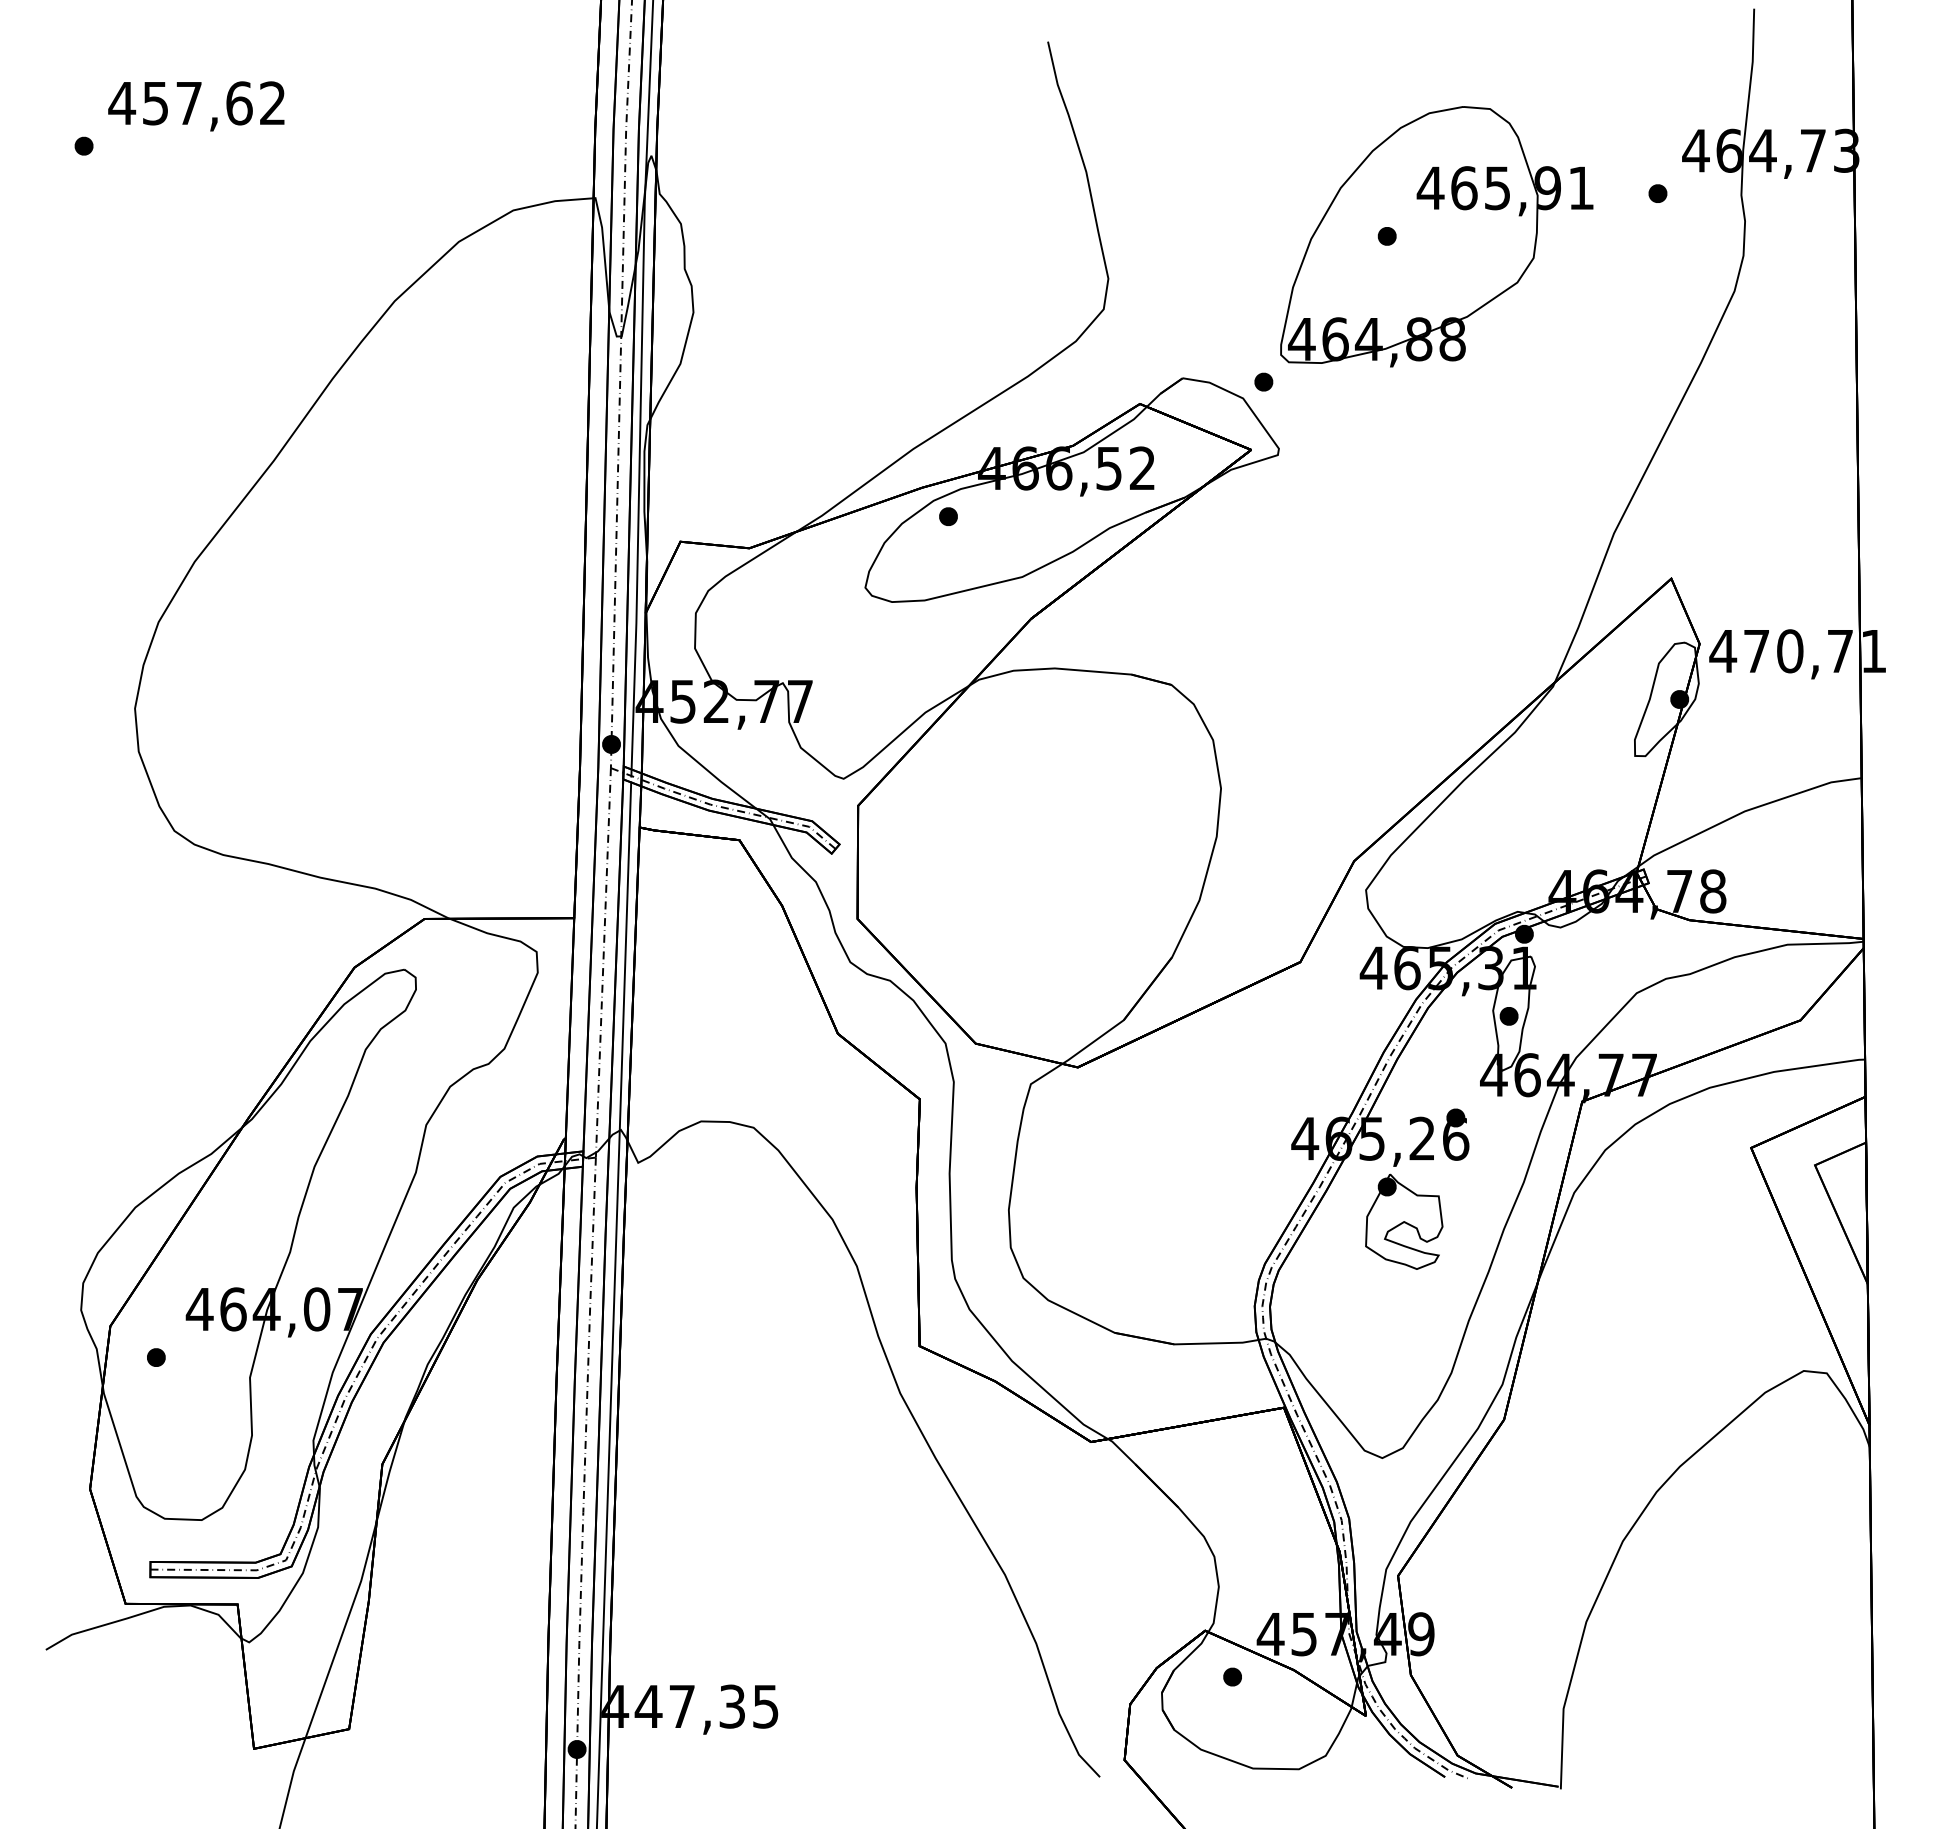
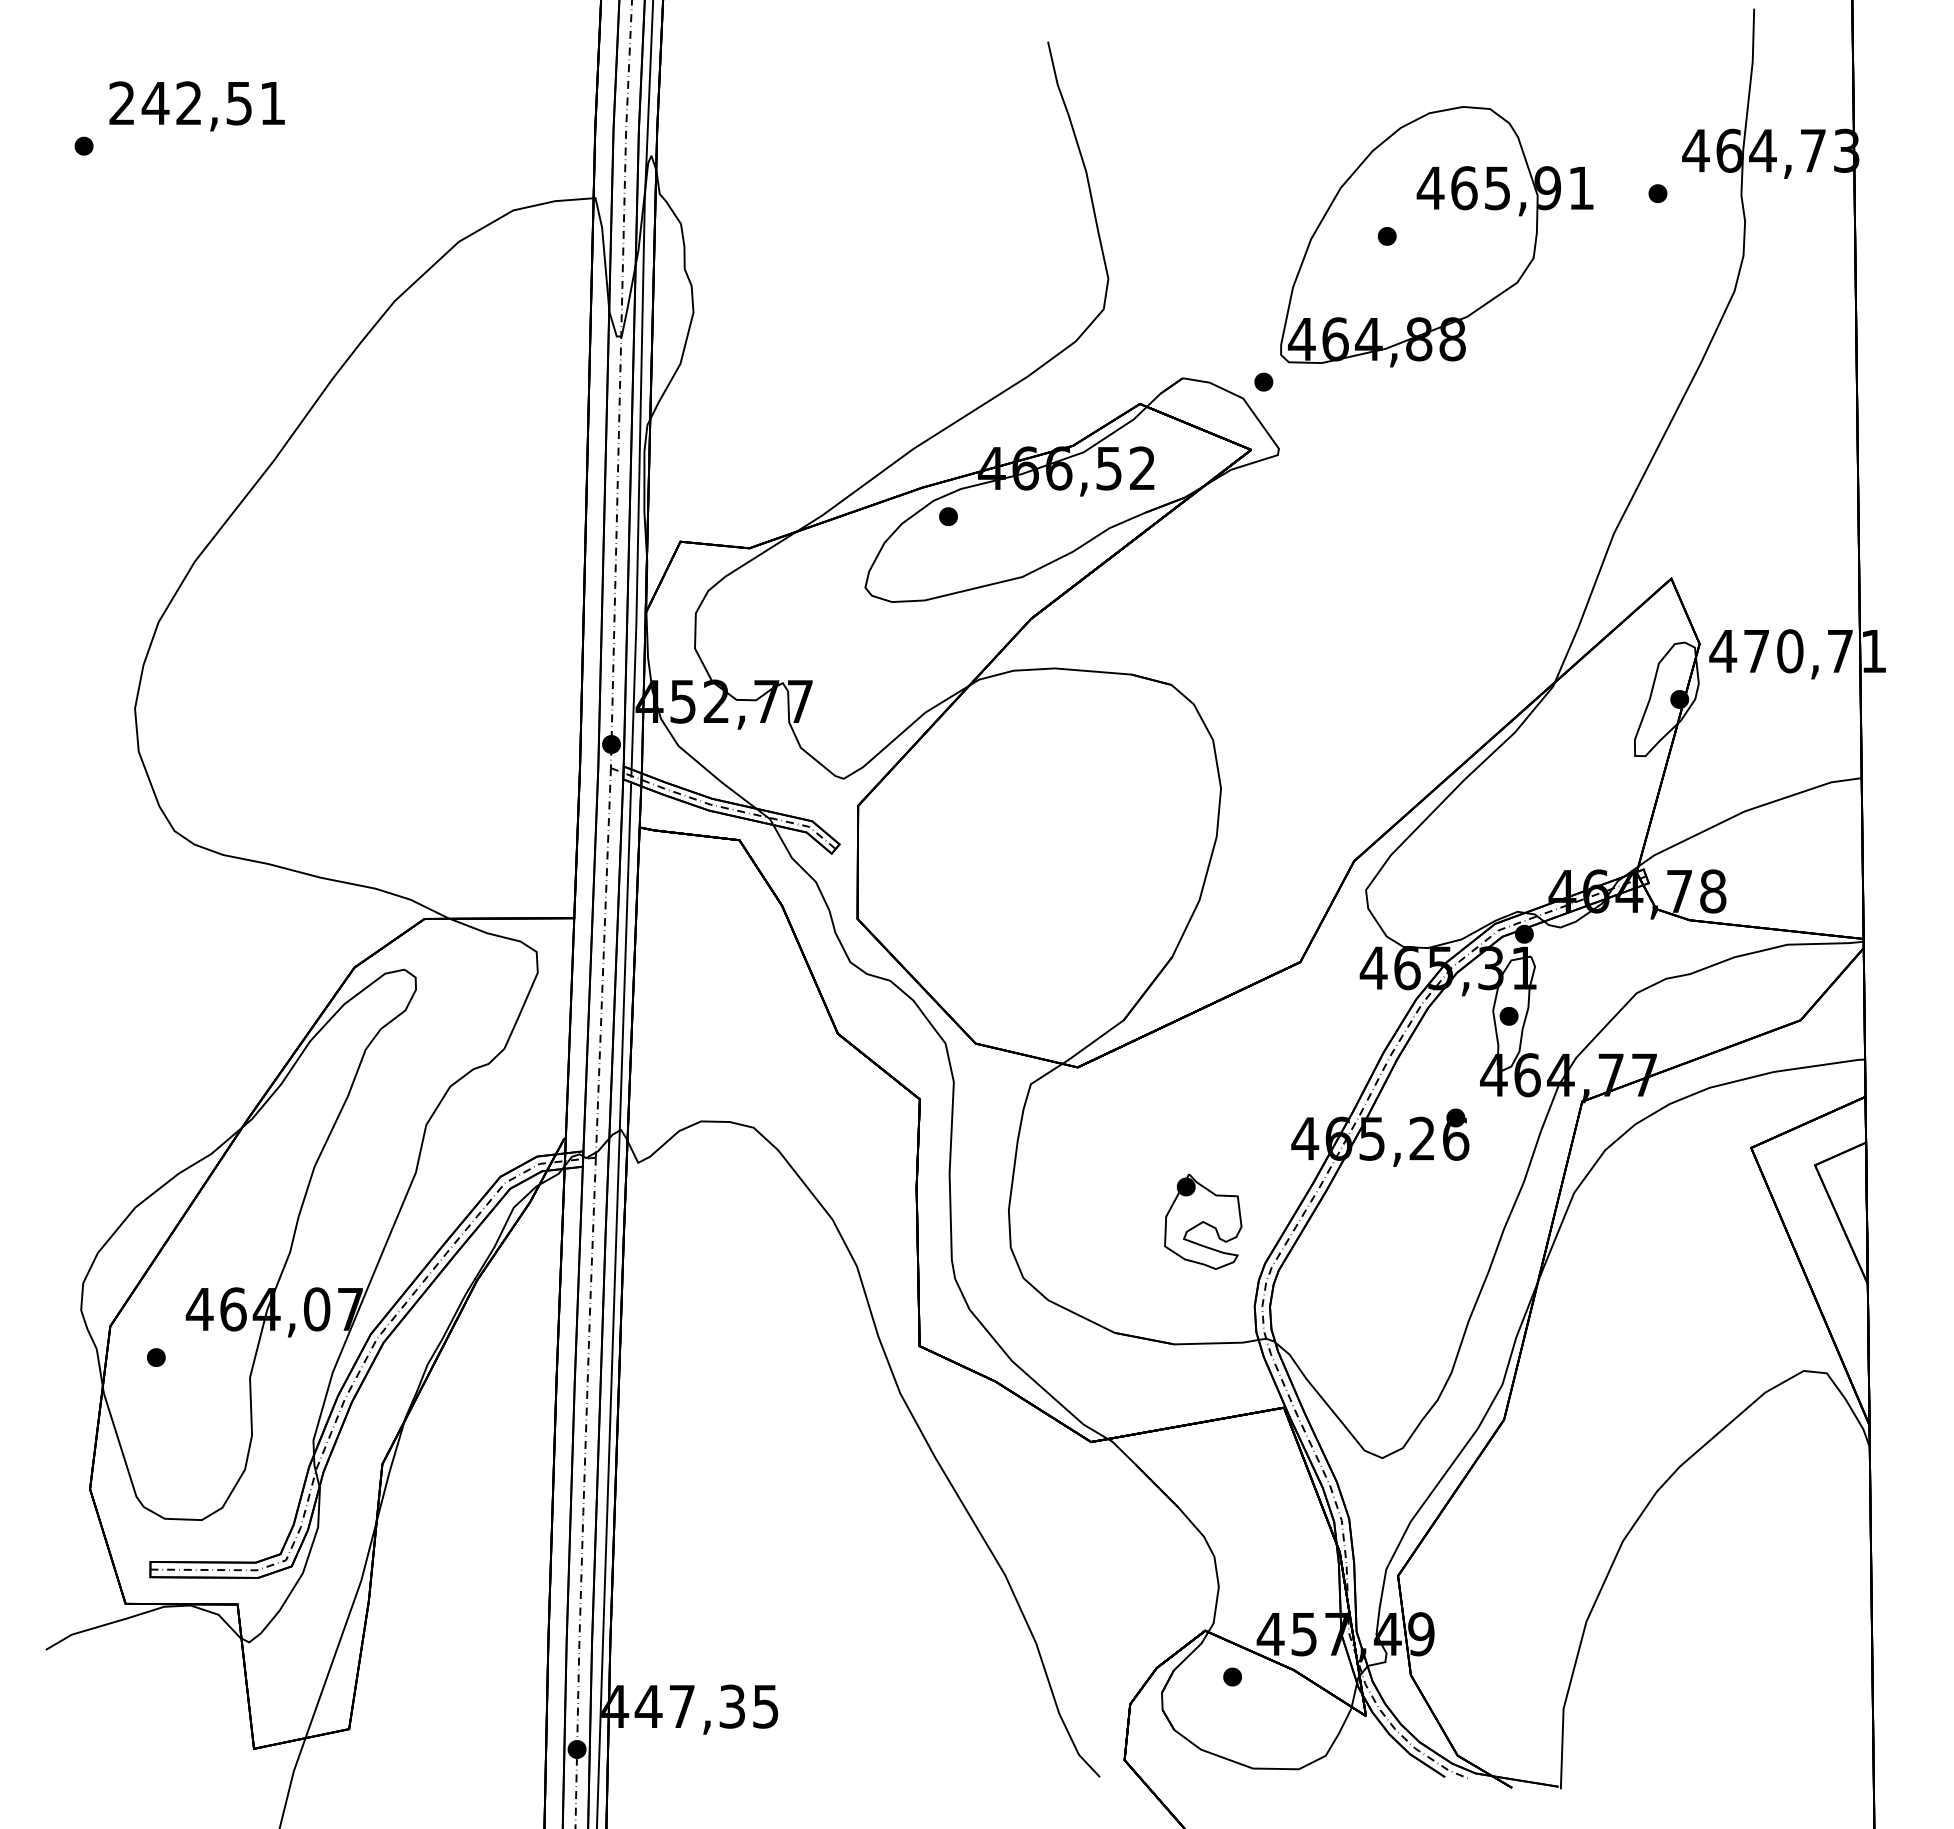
text at (196, 103): 457,62 -> 242,51
part at (1404, 1221) position: (1404, 1221) -> (1203, 1221)
